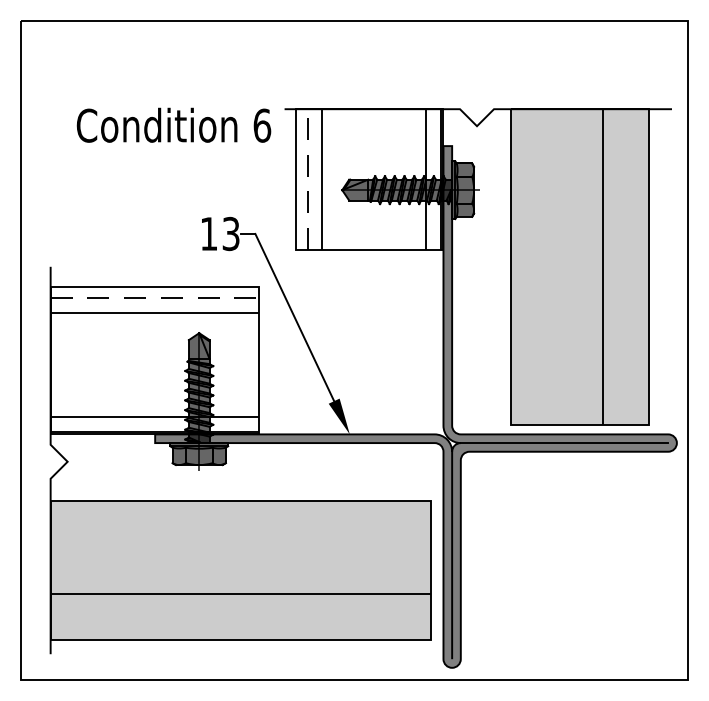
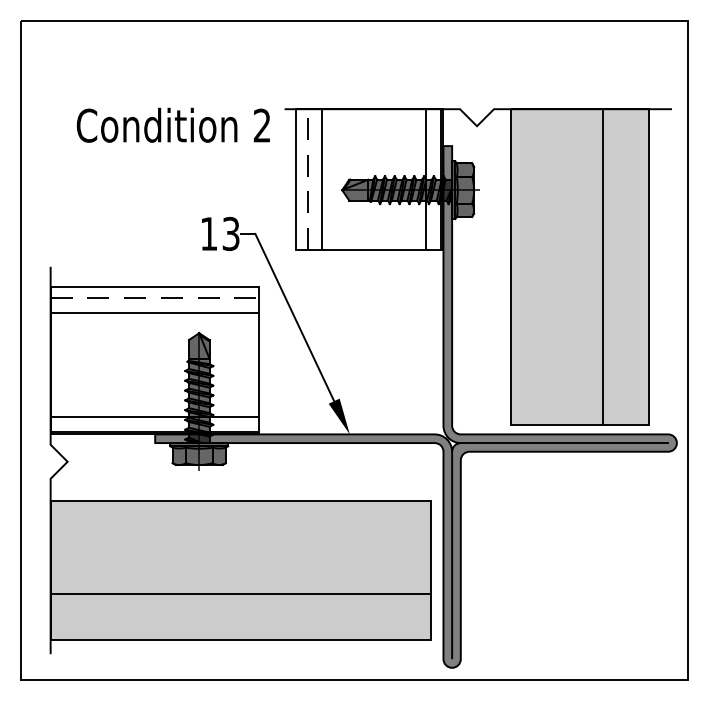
text at (262, 125): 6 -> 2
